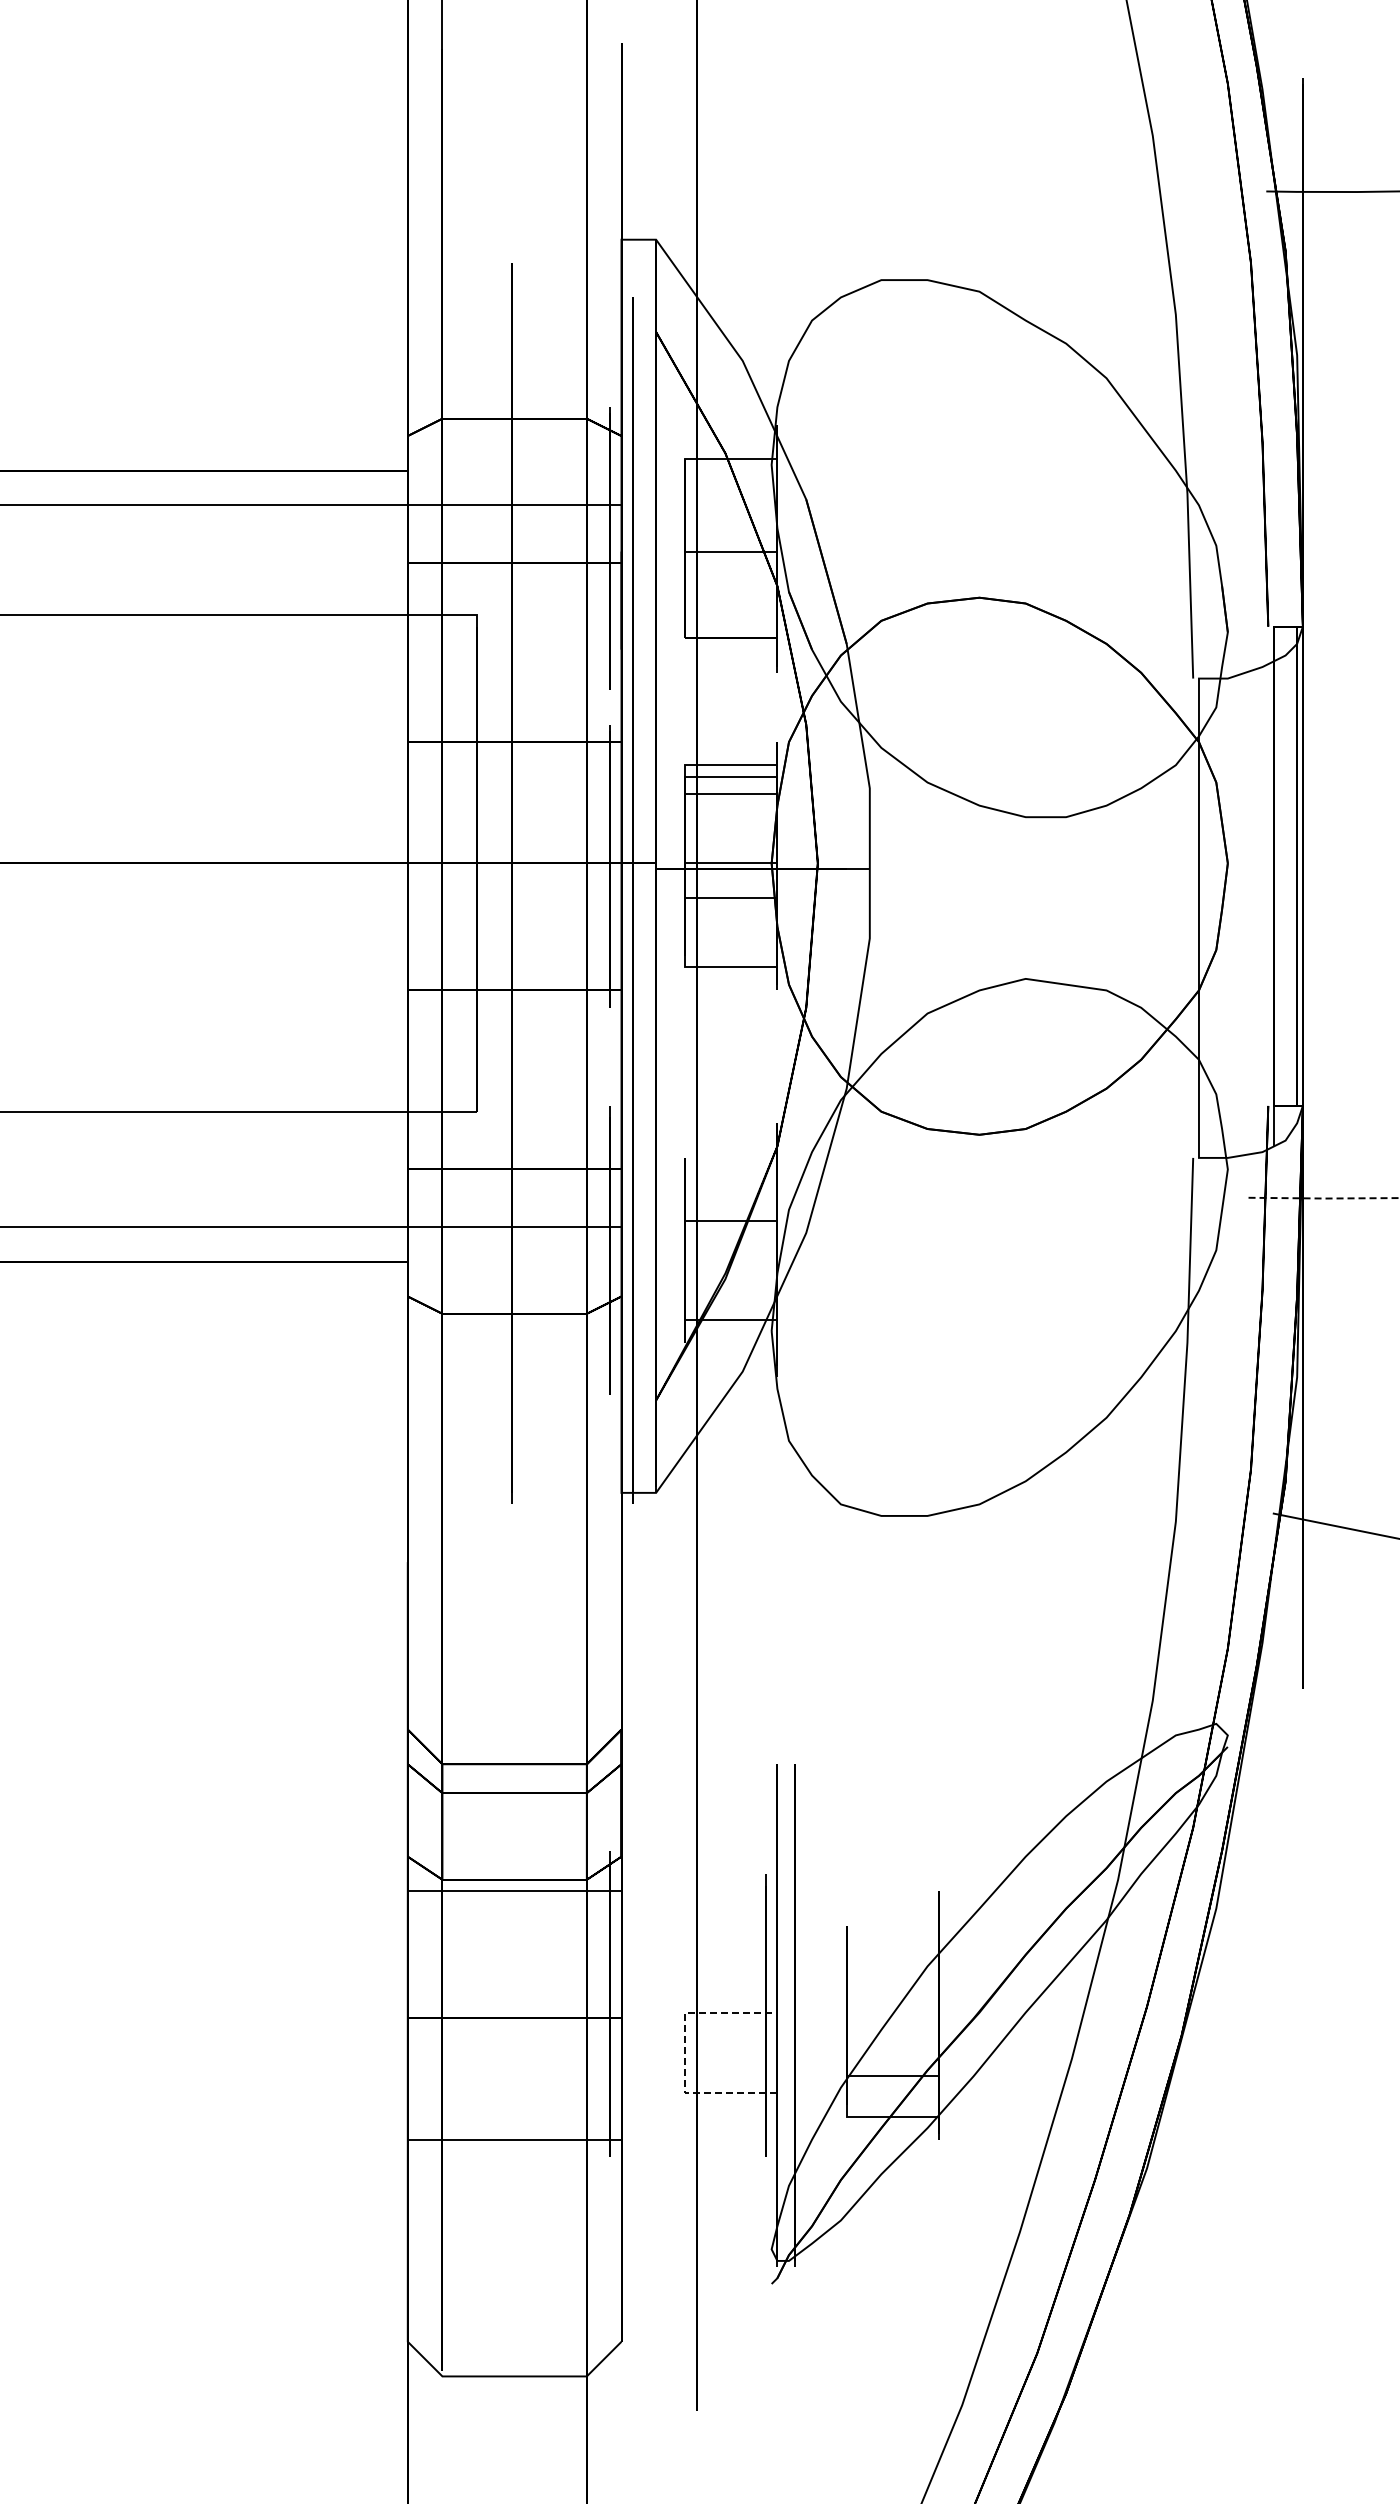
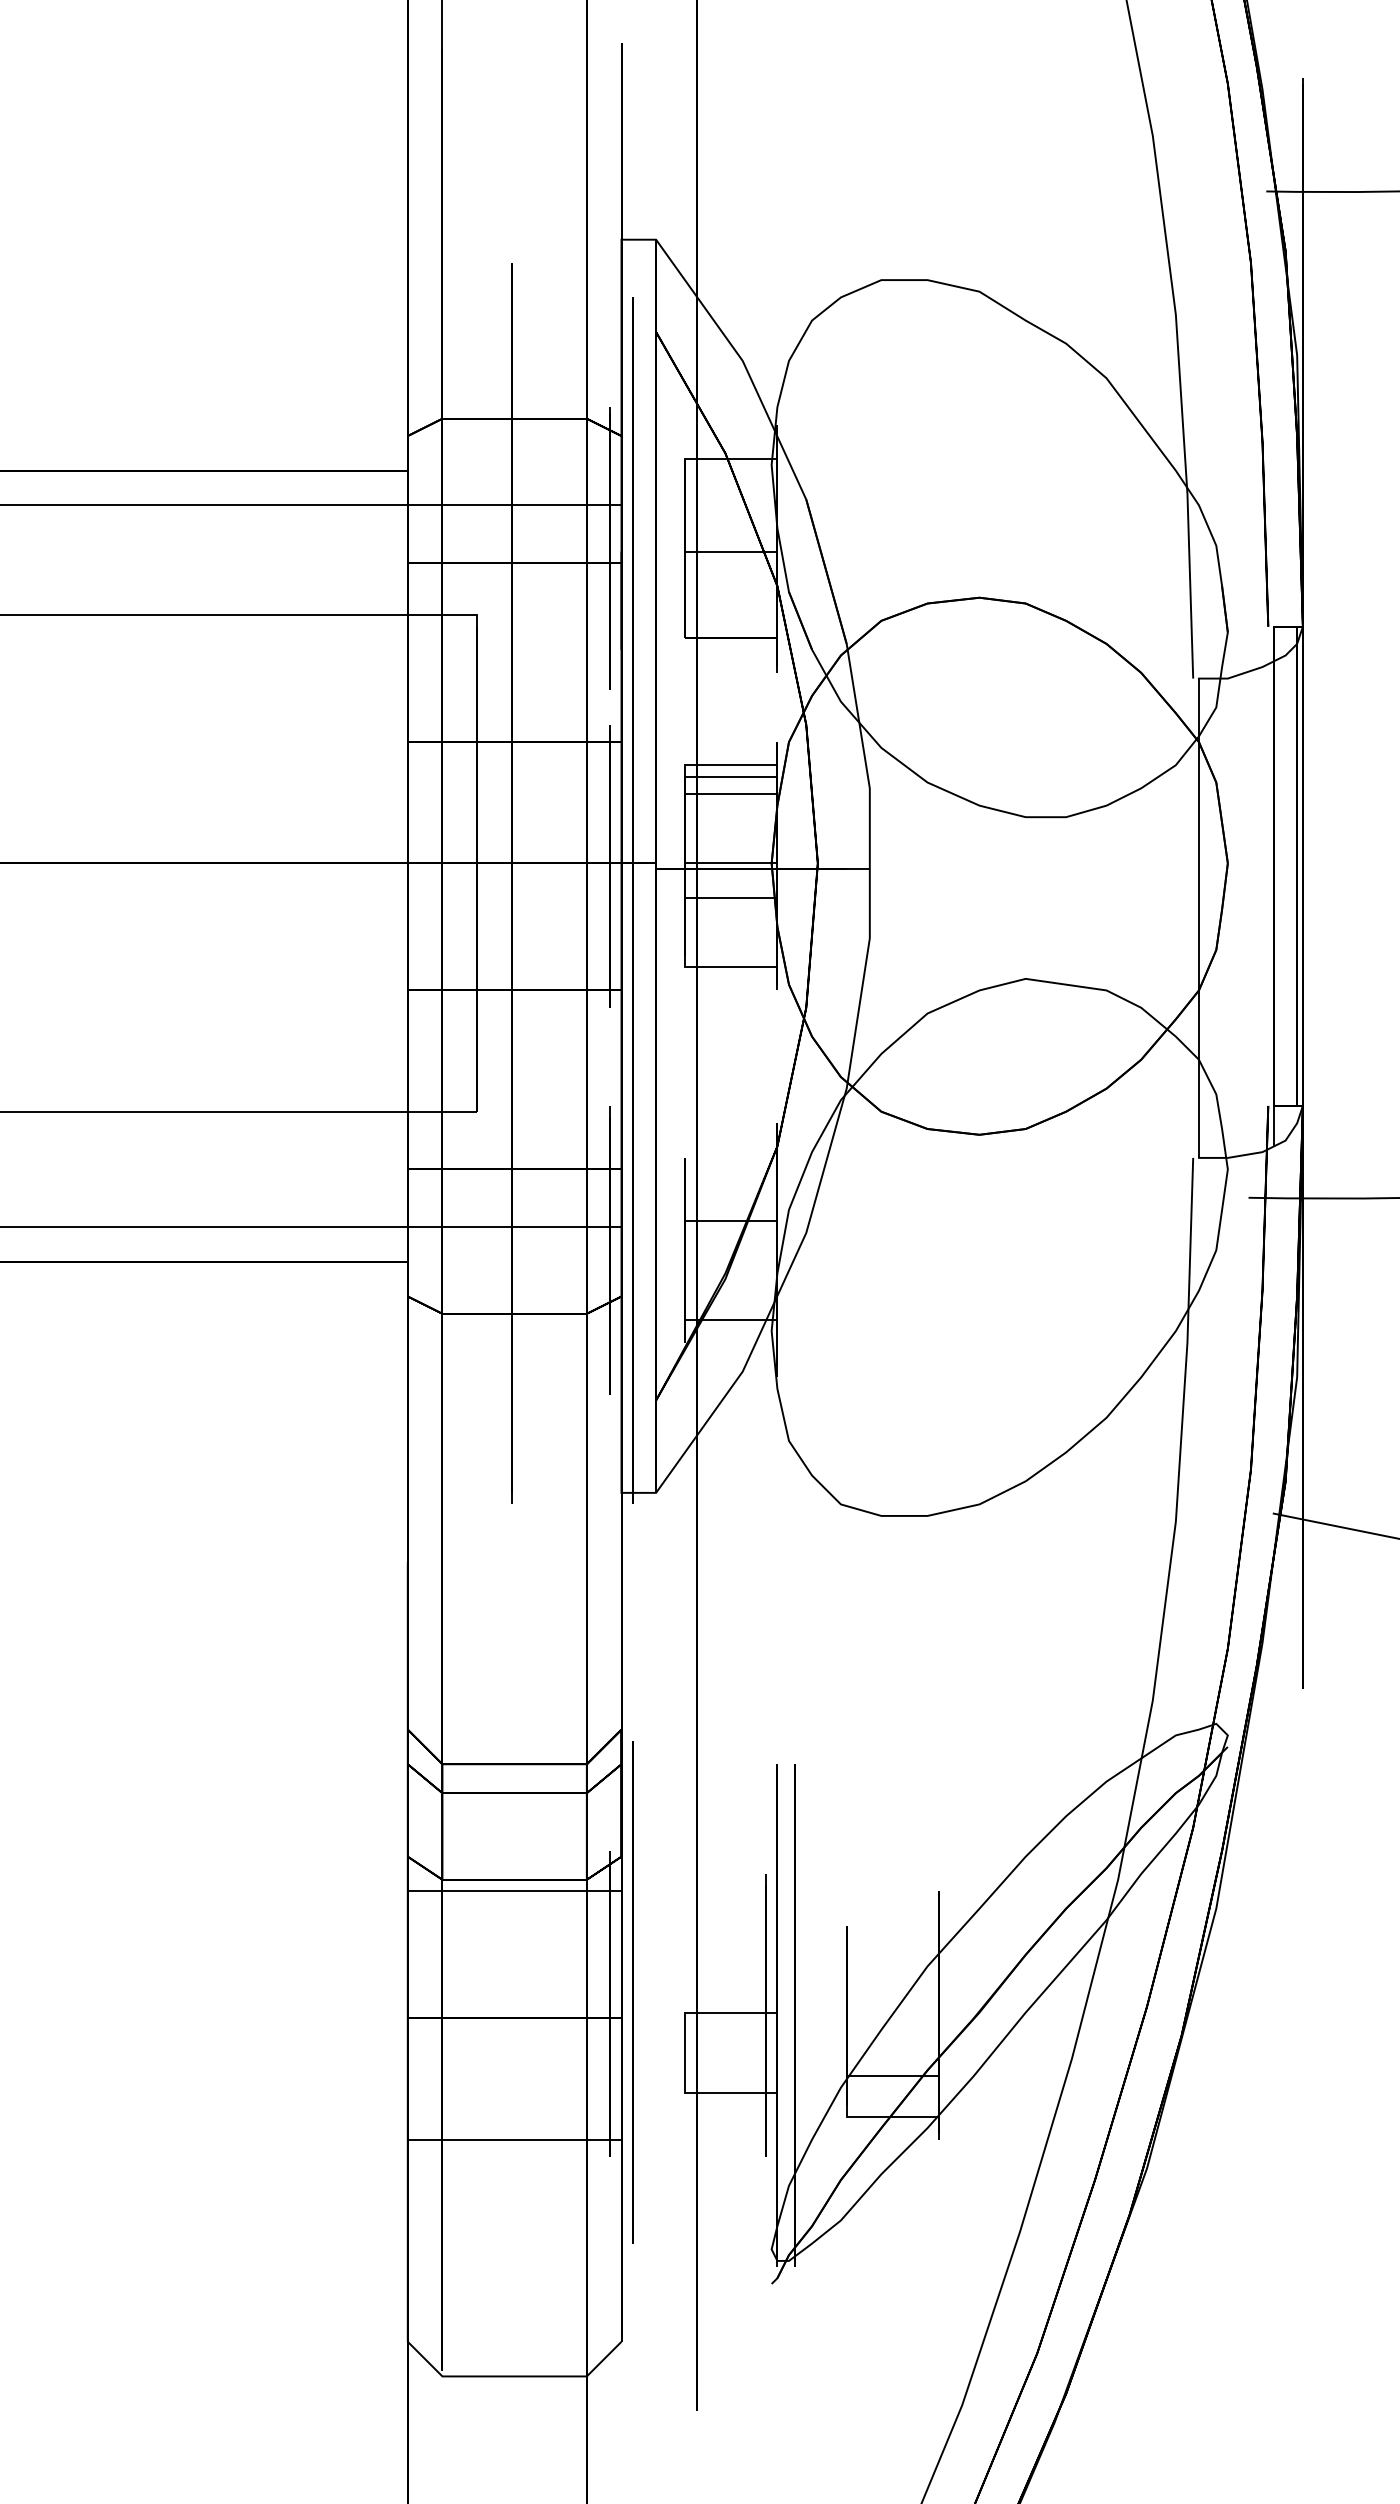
arc at (1325, 1198): dashed -> solid
line at (632, 1992): none -> present
line at (685, 2052): dashed -> solid
